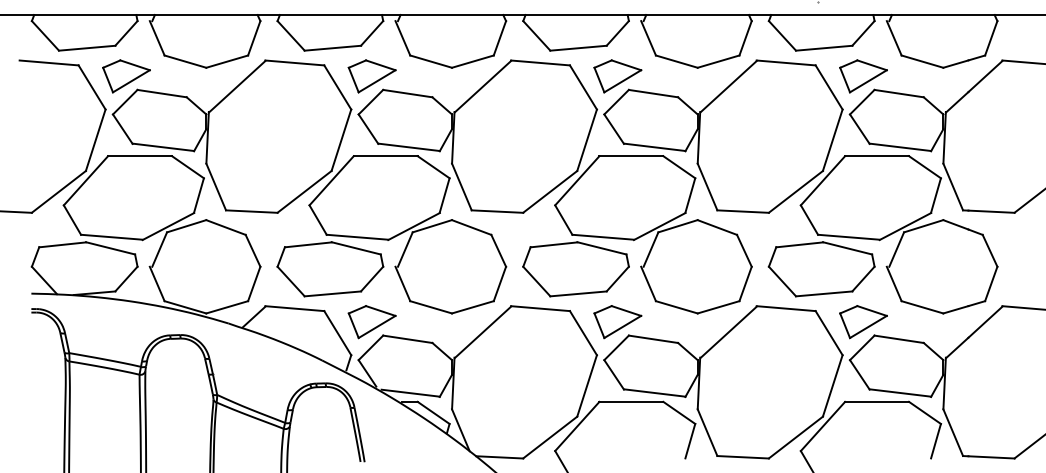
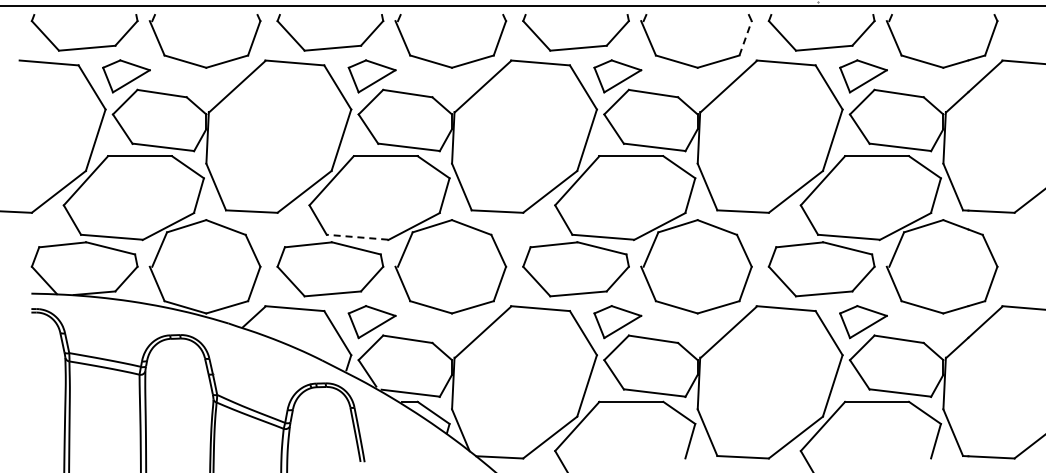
line at (522, 15) position: (522, 15) -> (522, 6)
line at (745, 37): solid -> dashed
line at (357, 237): solid -> dashed
